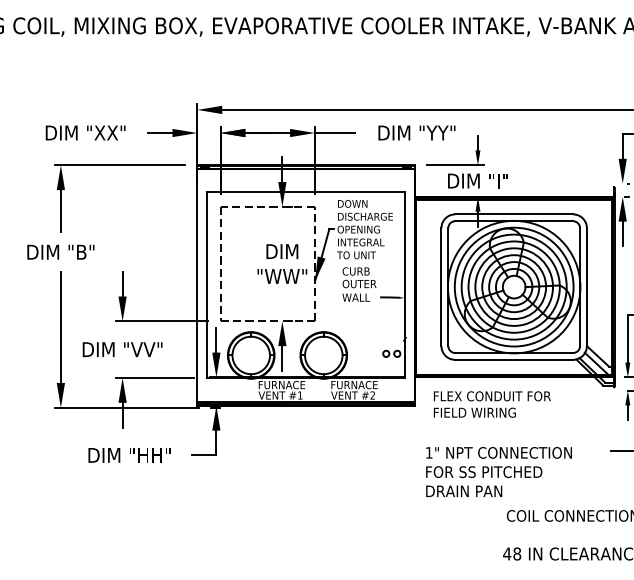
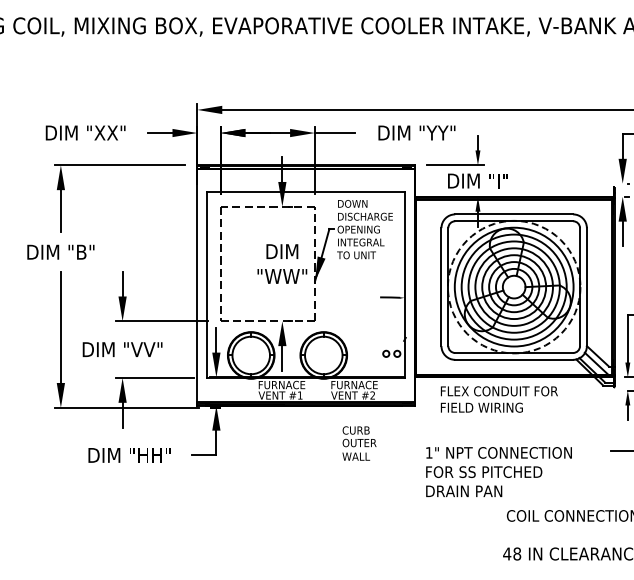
text at (359, 284) position: (359, 284) -> (359, 443)
circle at (513, 286): solid -> dashed
text at (491, 404) position: (491, 404) -> (498, 399)
